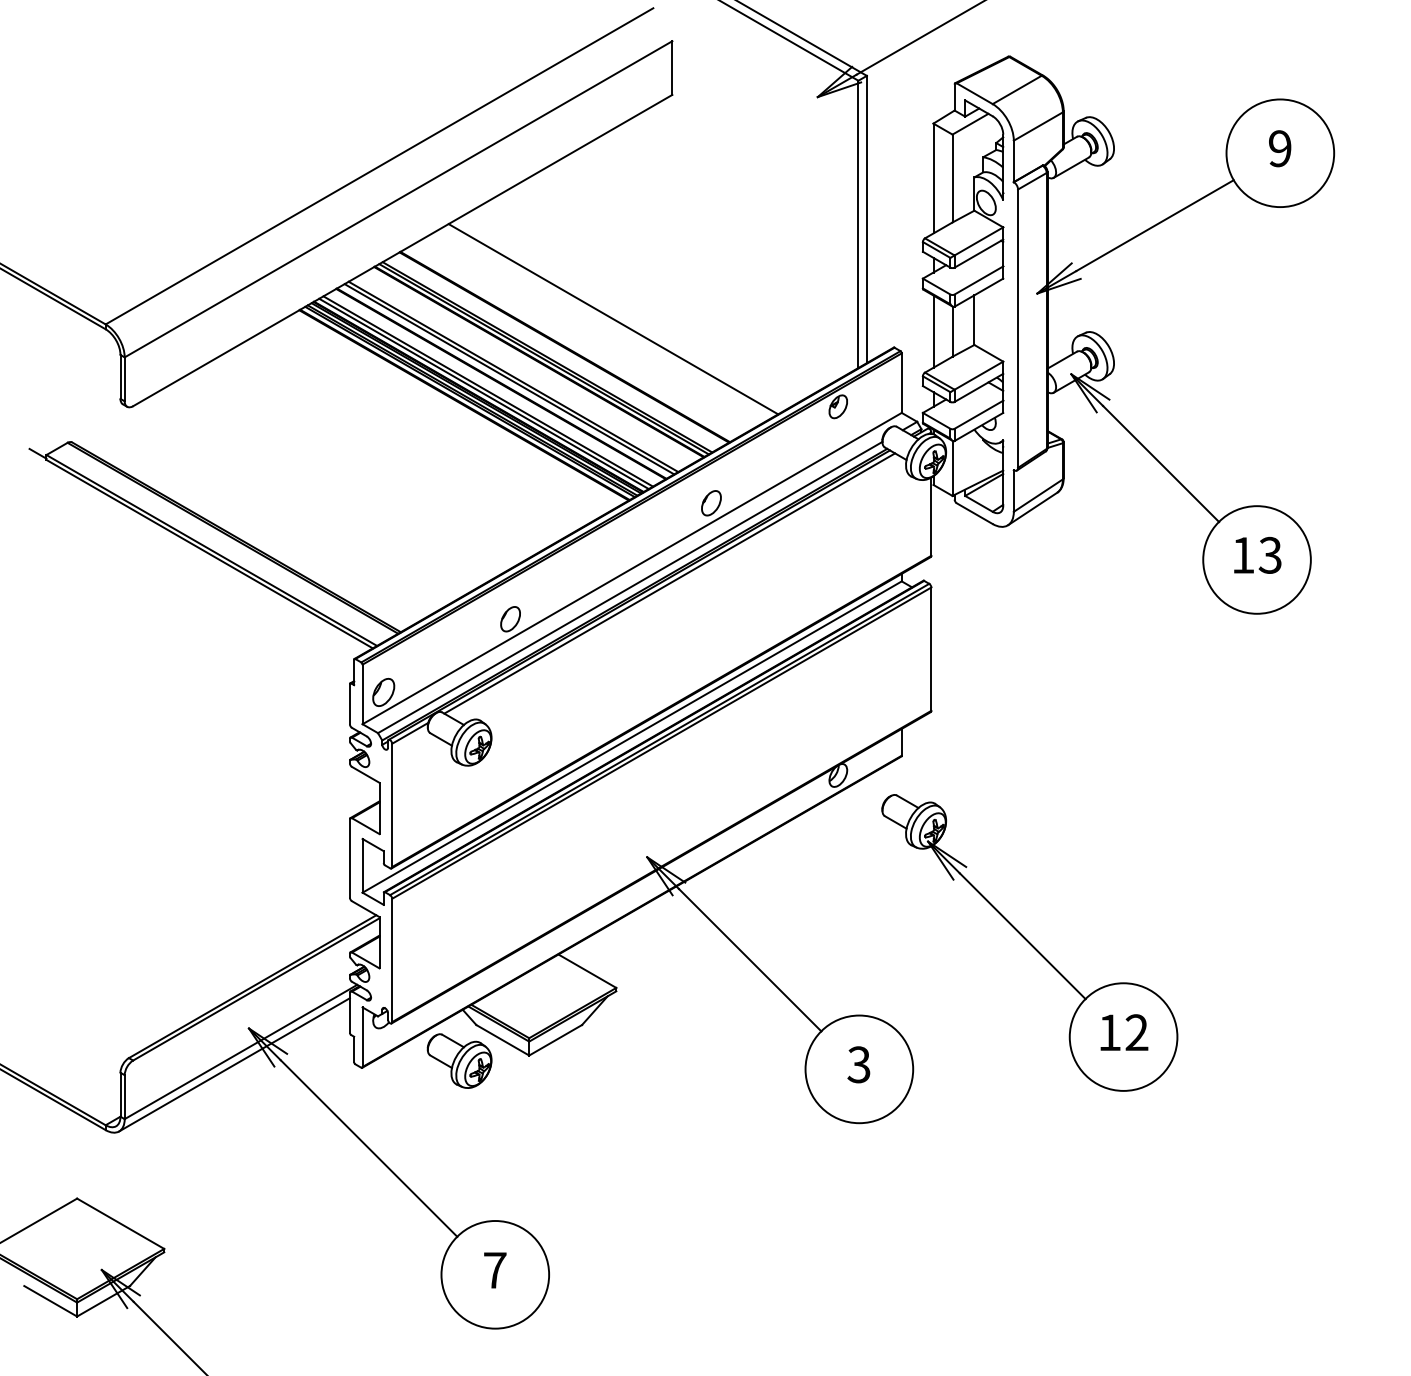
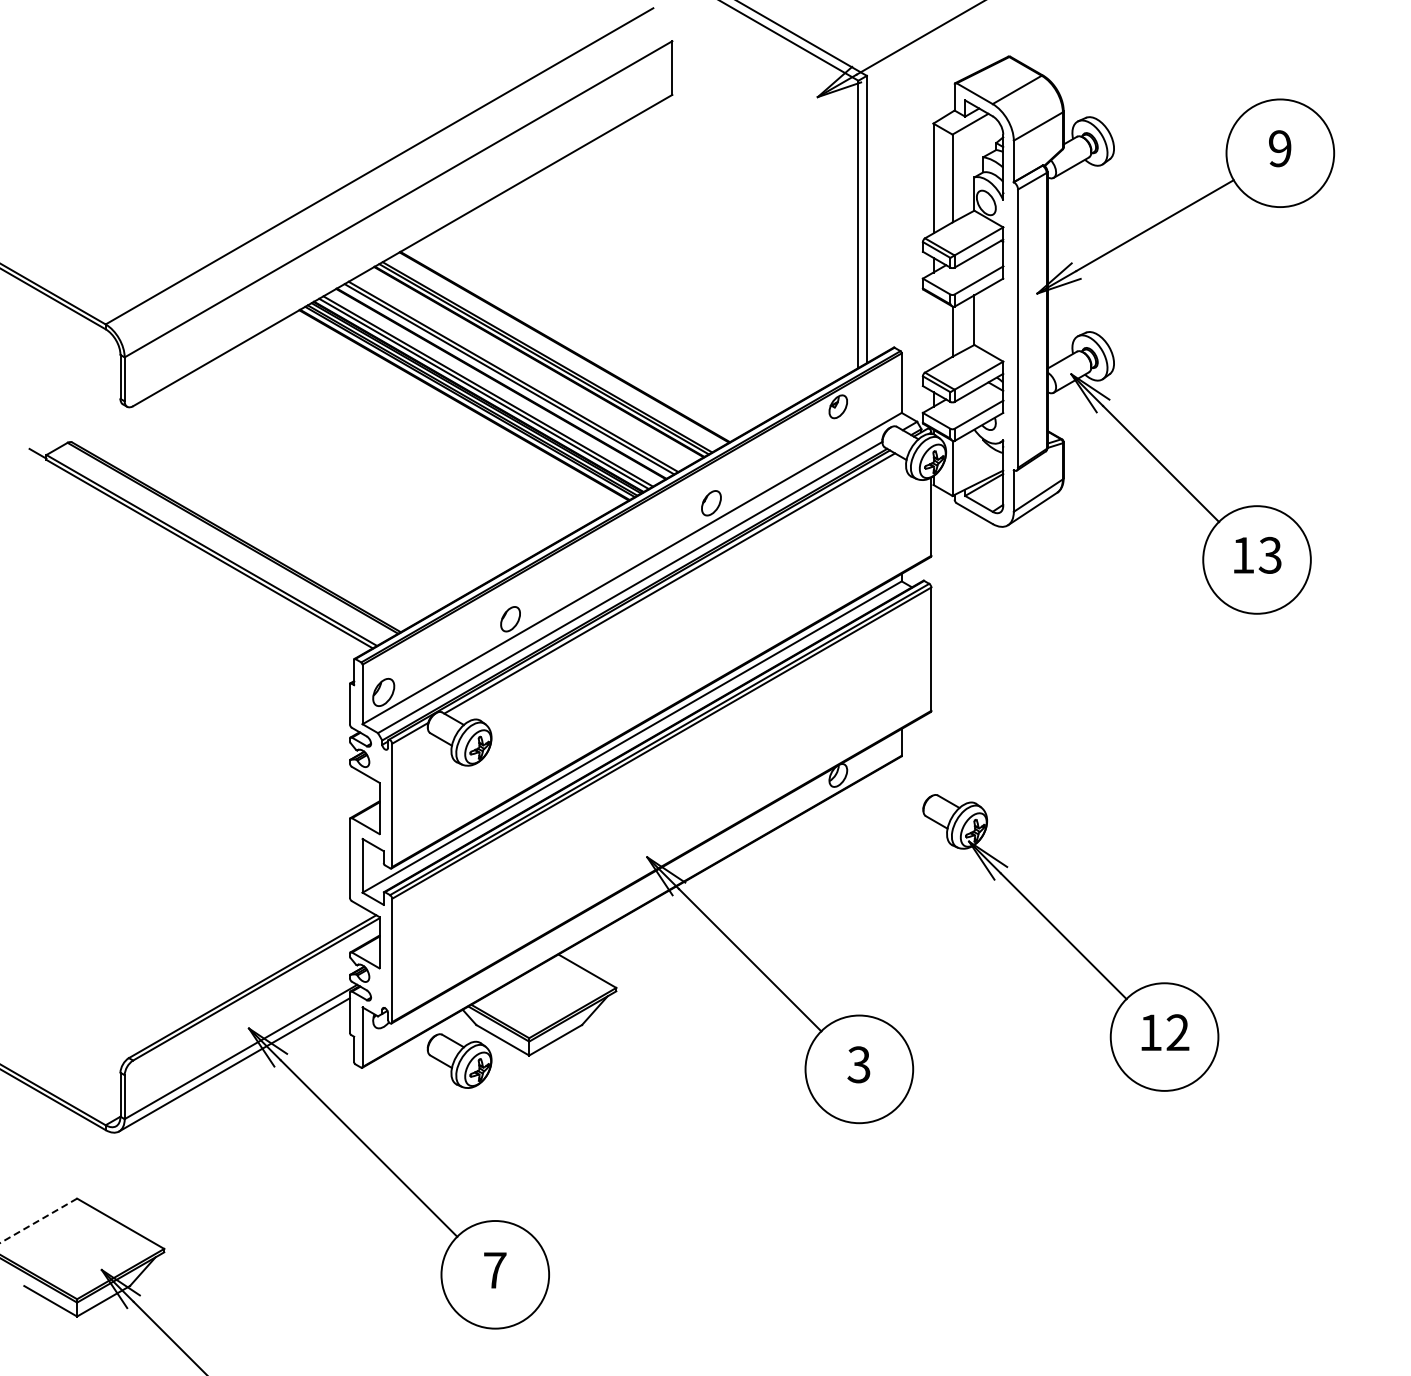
line at (613, 319): present -> none
line at (933, 331): present -> none
part at (1029, 942) position: (1029, 942) -> (1070, 942)
line at (38, 1221): solid -> dashed
